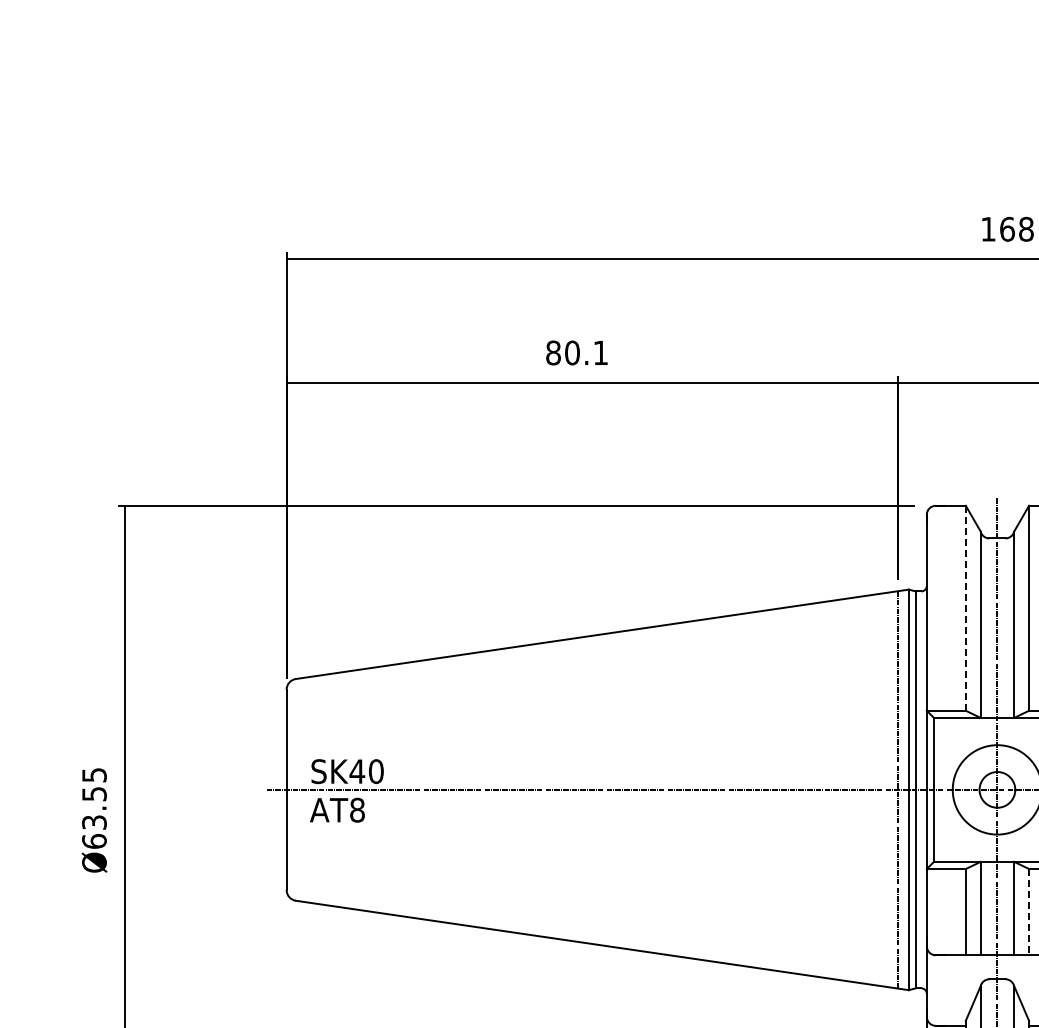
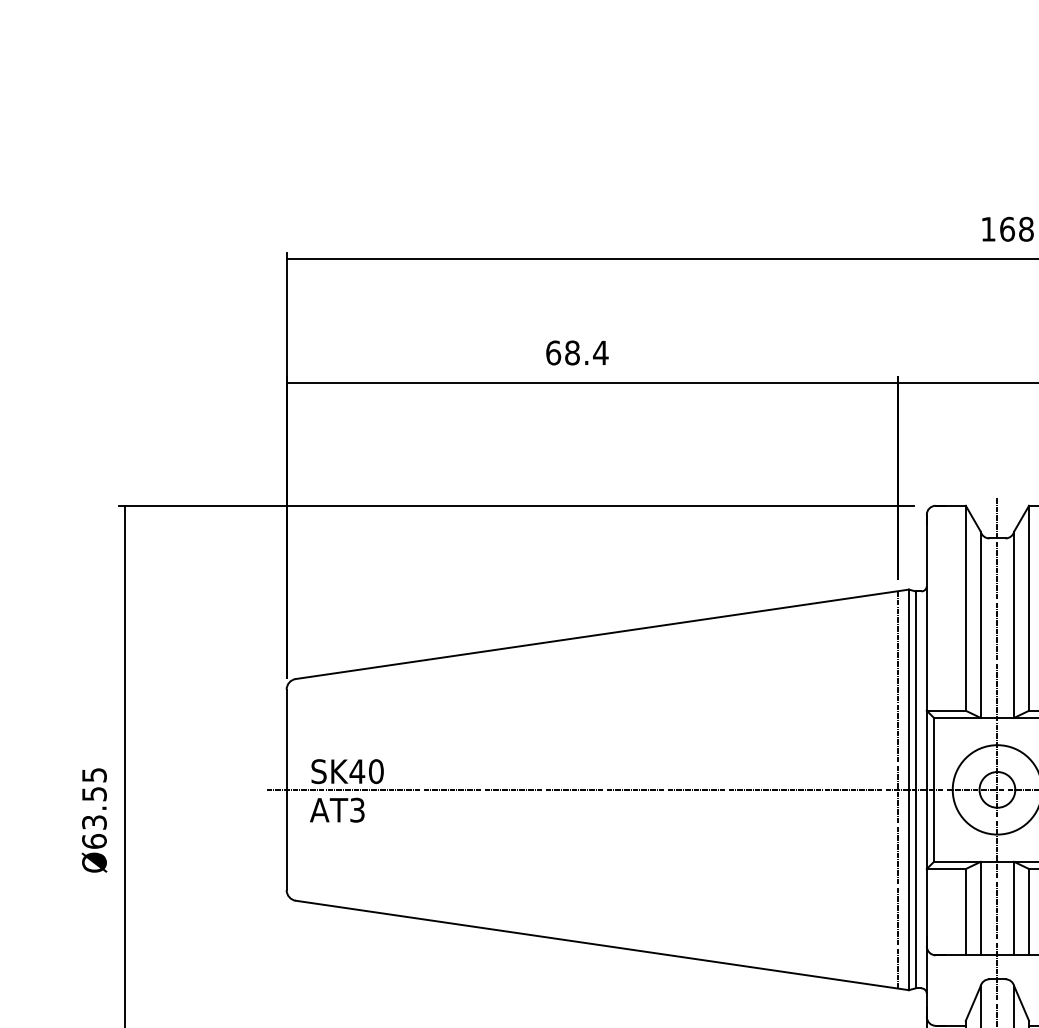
text at (577, 352): 80.1 -> 68.4
line at (965, 608): dashed -> solid
text at (357, 809): AT8 -> AT3
line at (1029, 912): dashed -> solid
